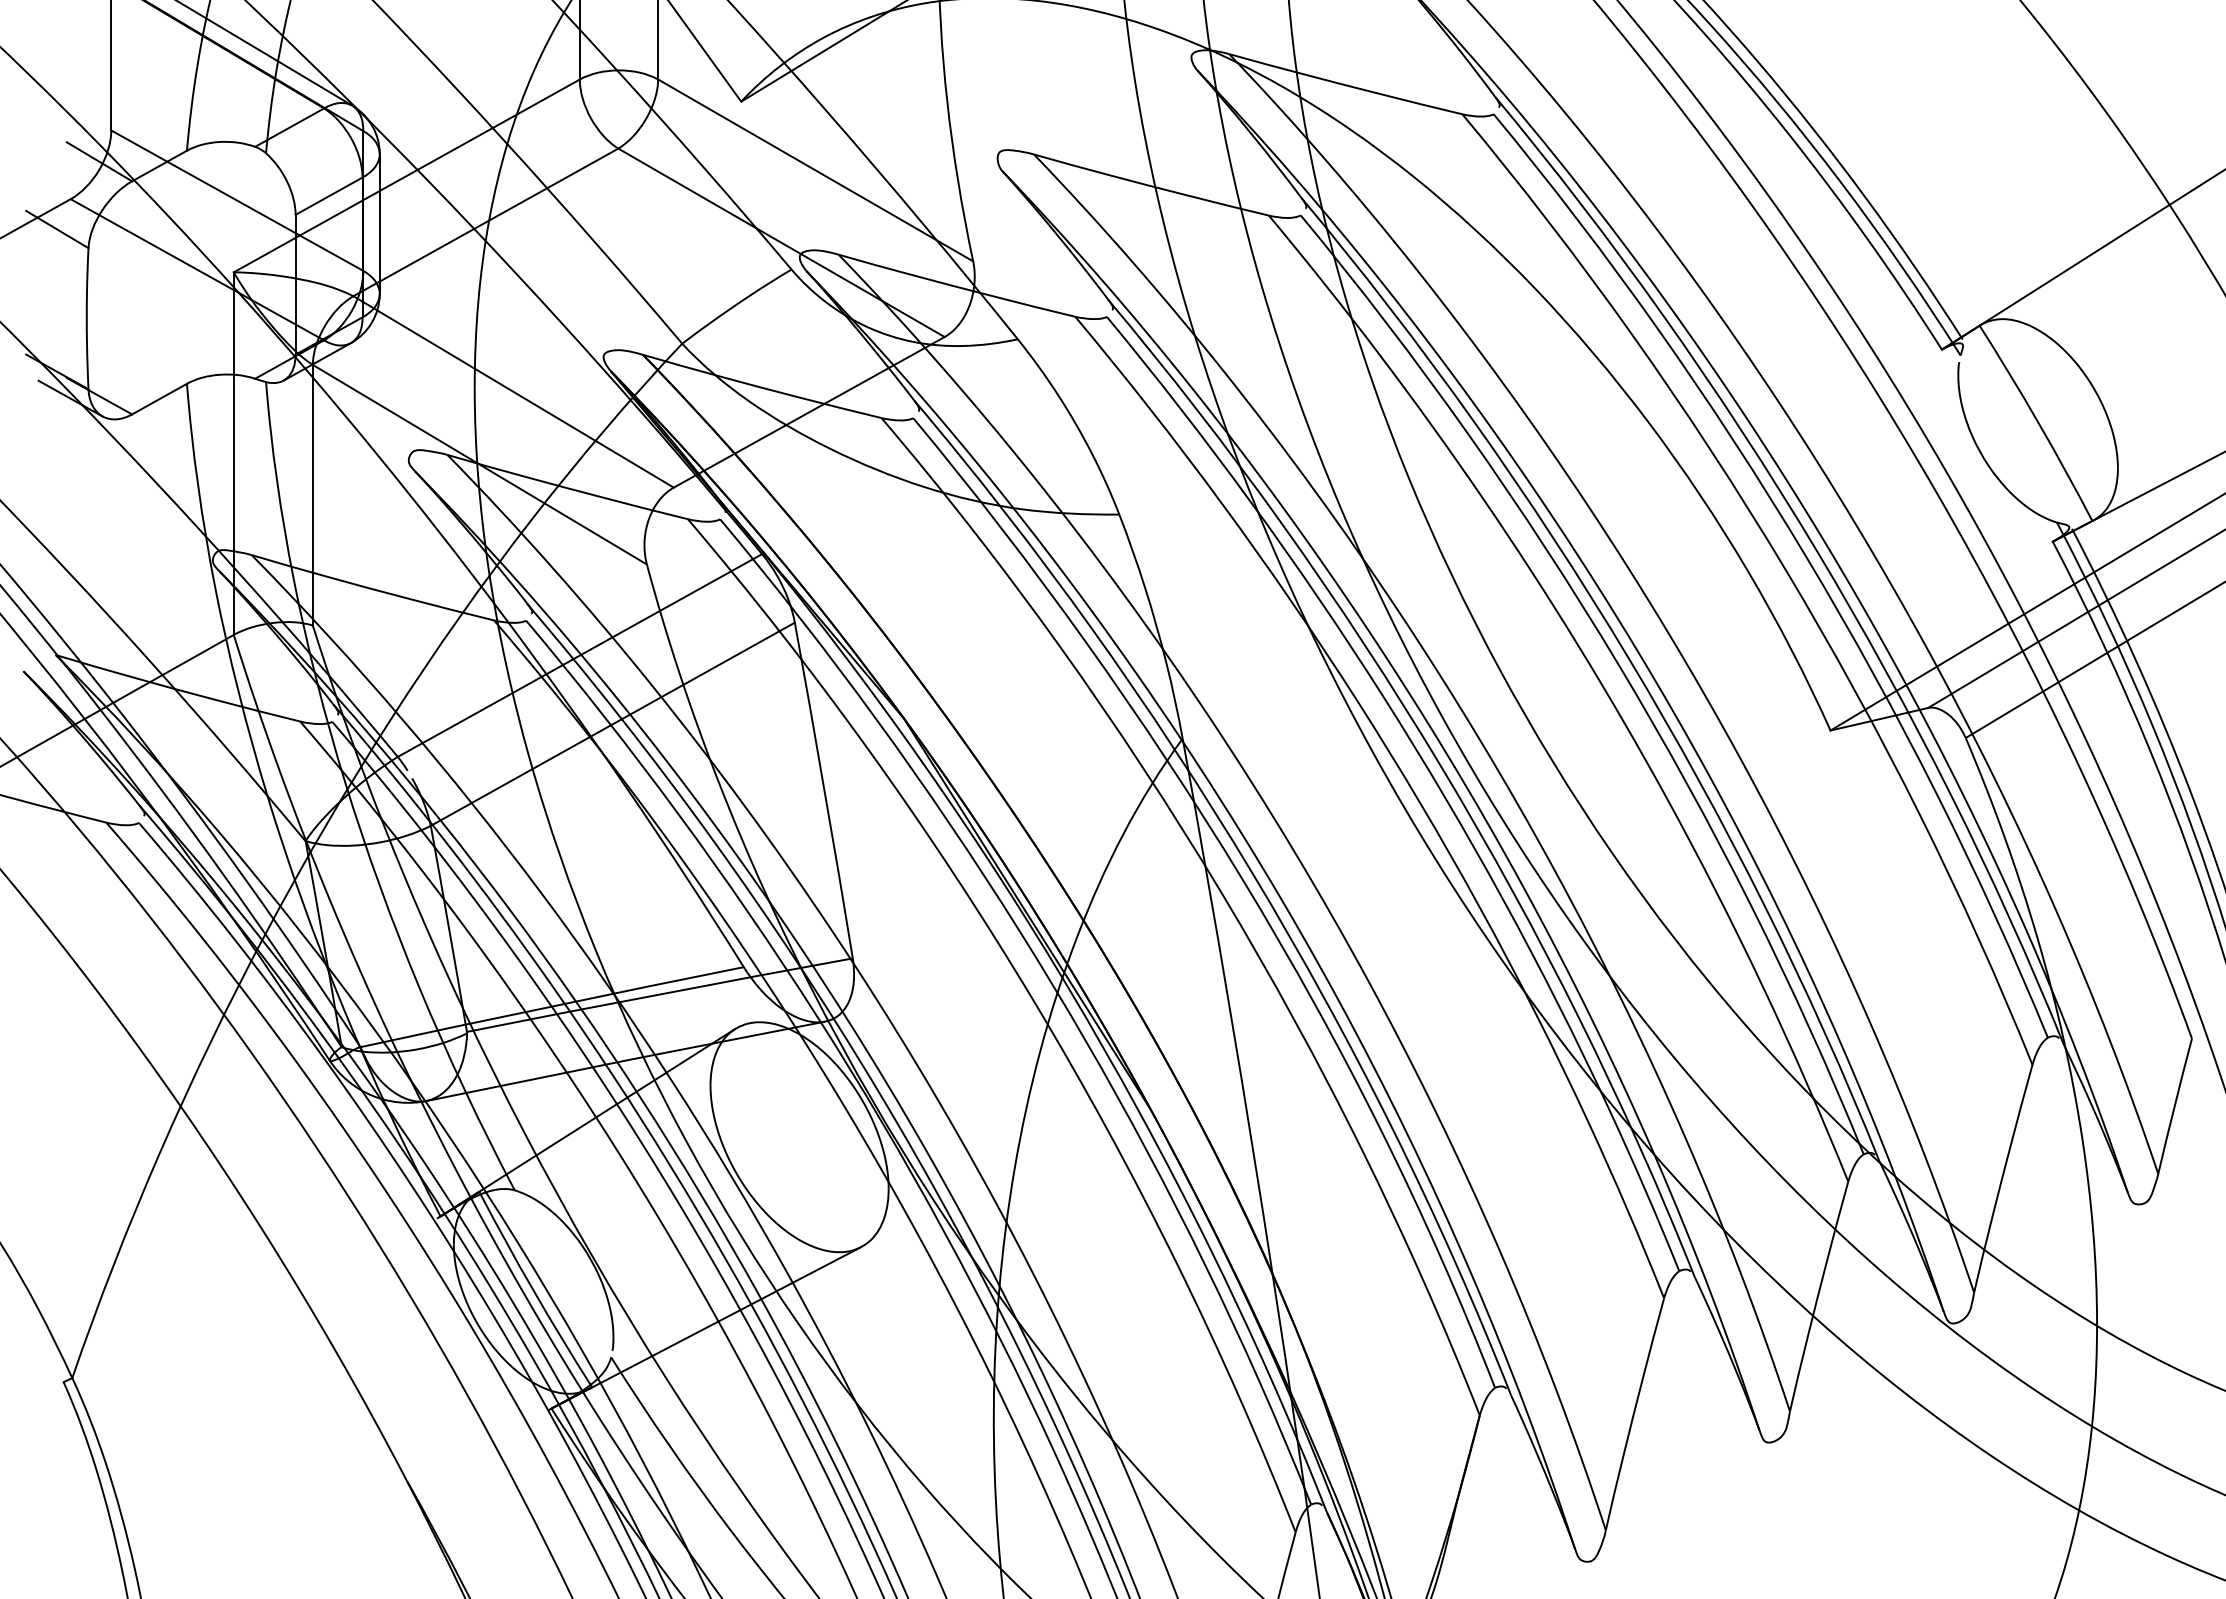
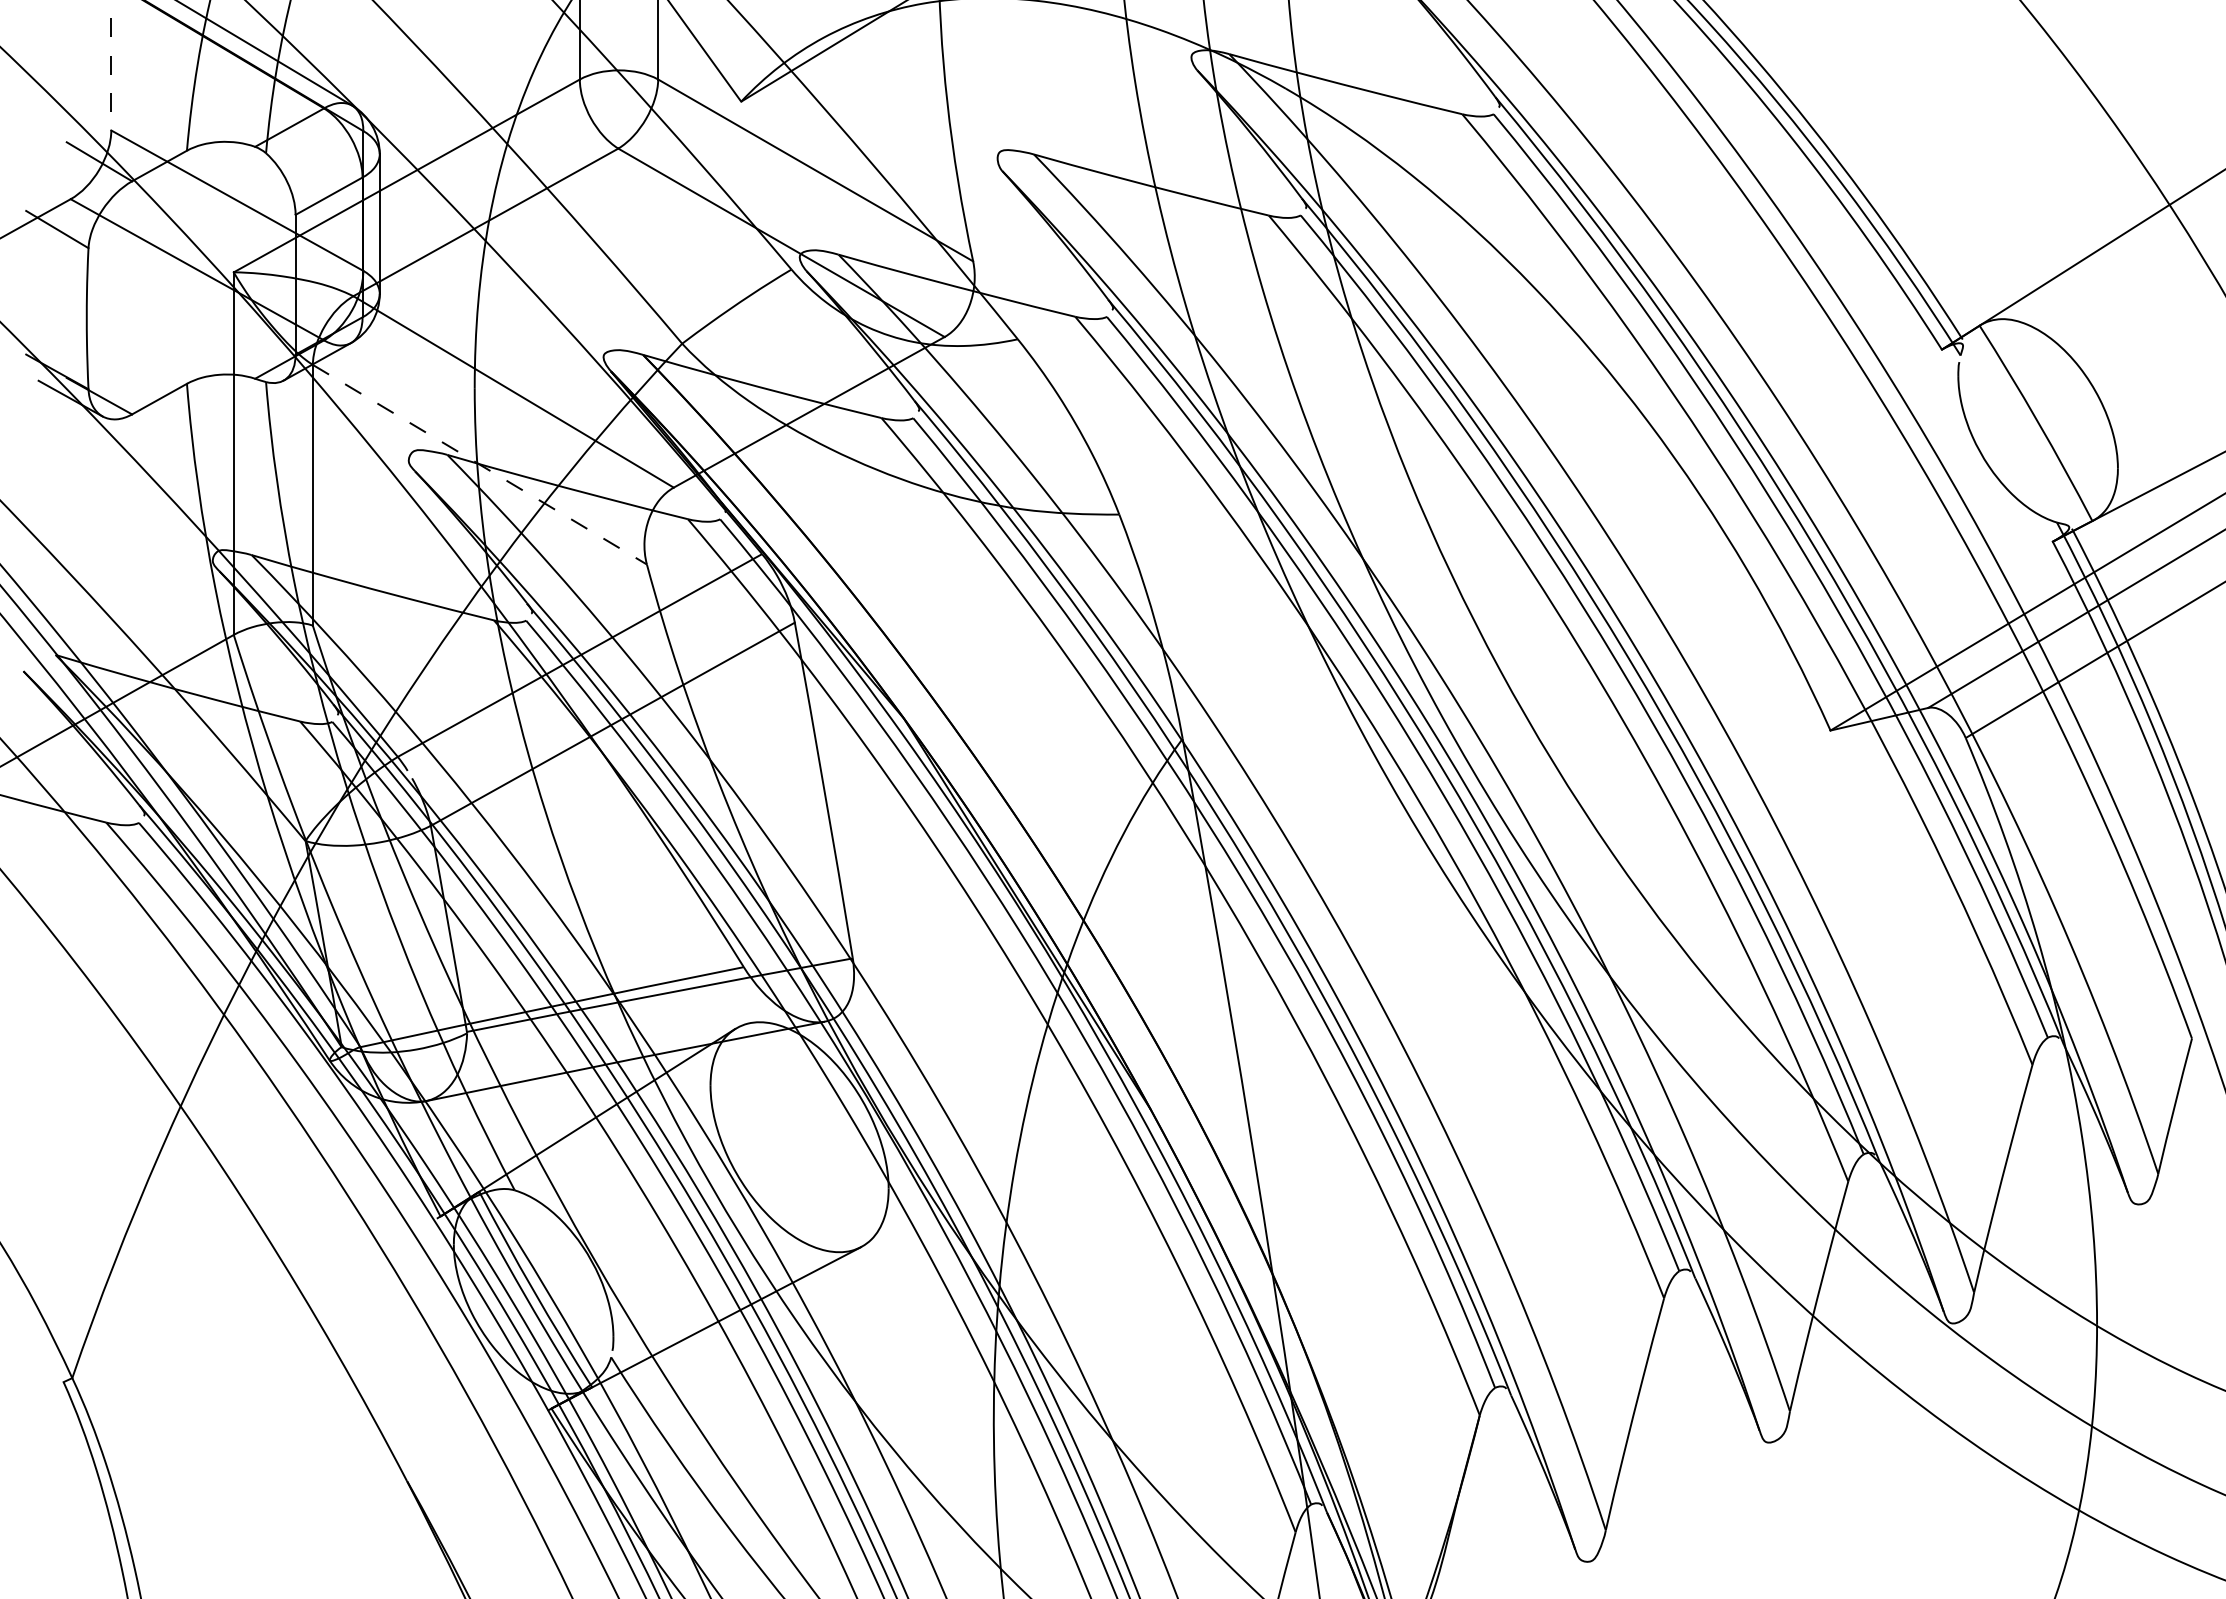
line at (111, 65): solid -> dashed
line at (479, 464): solid -> dashed
